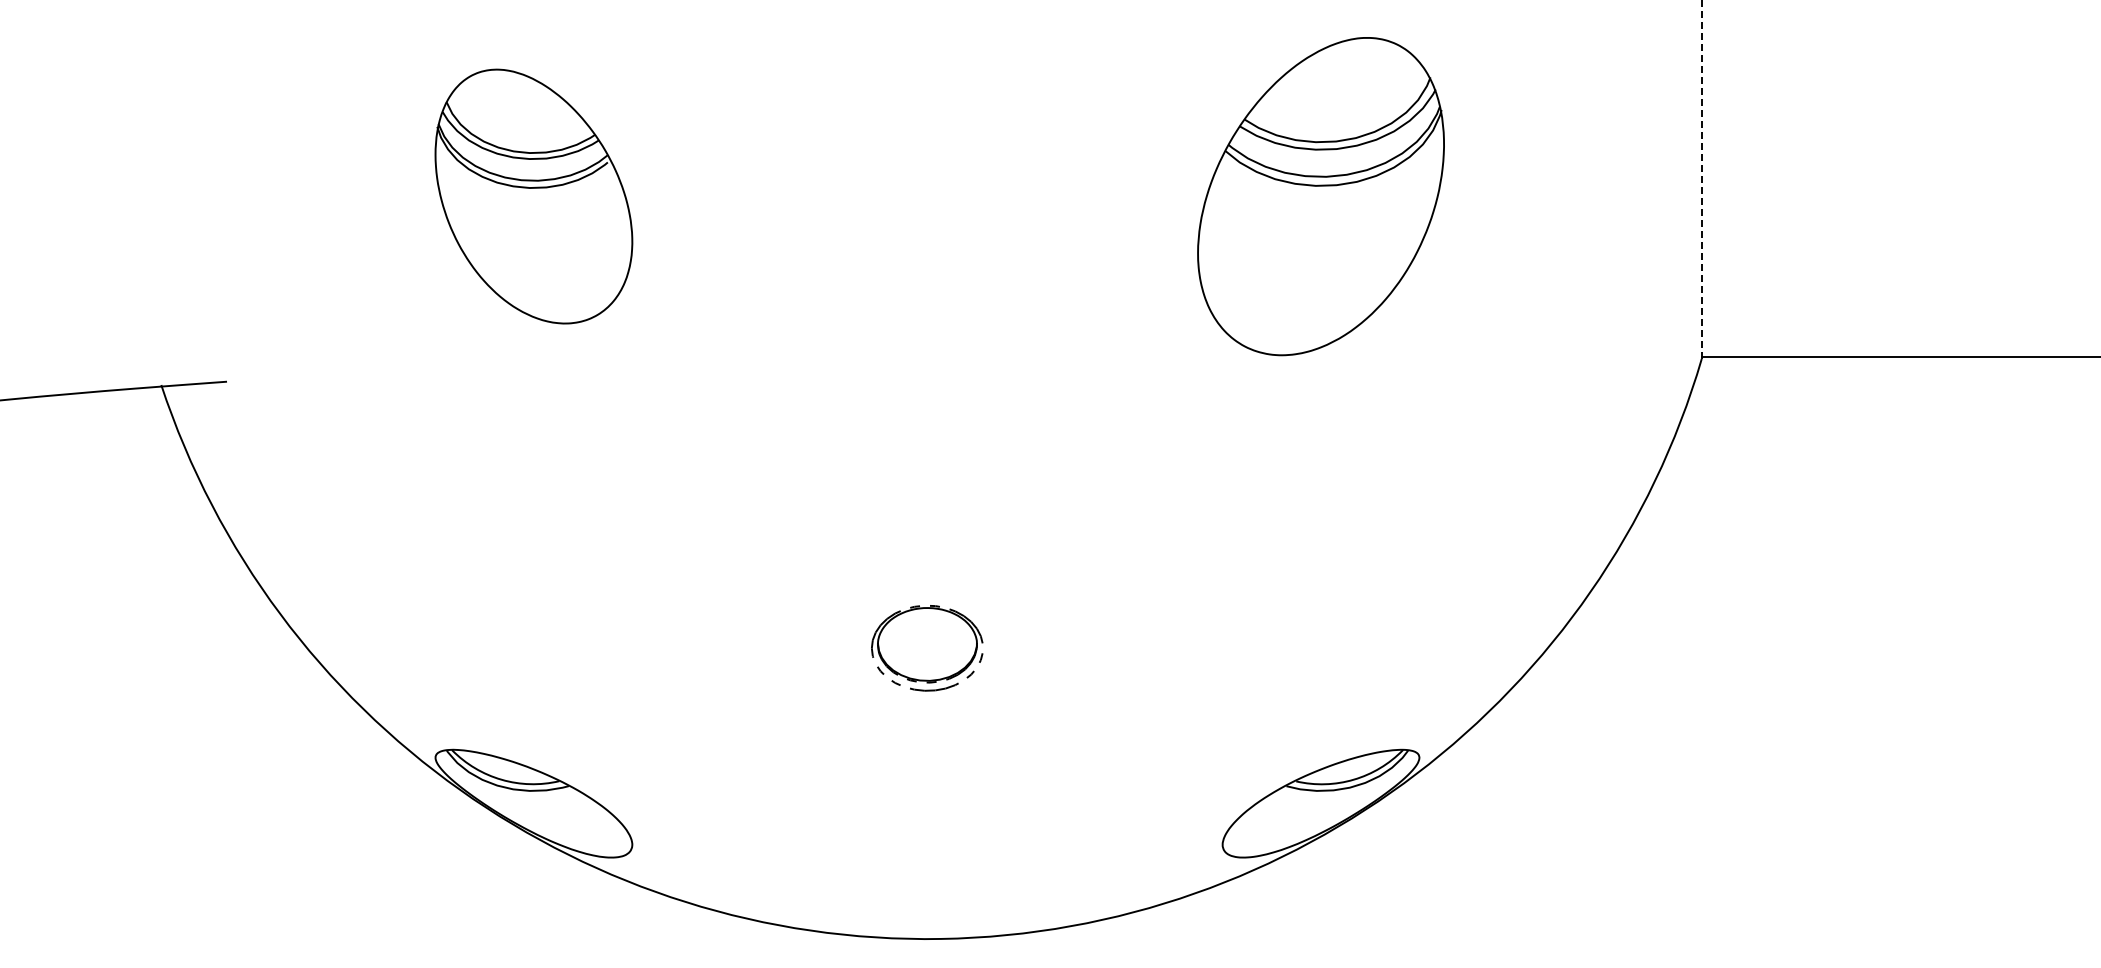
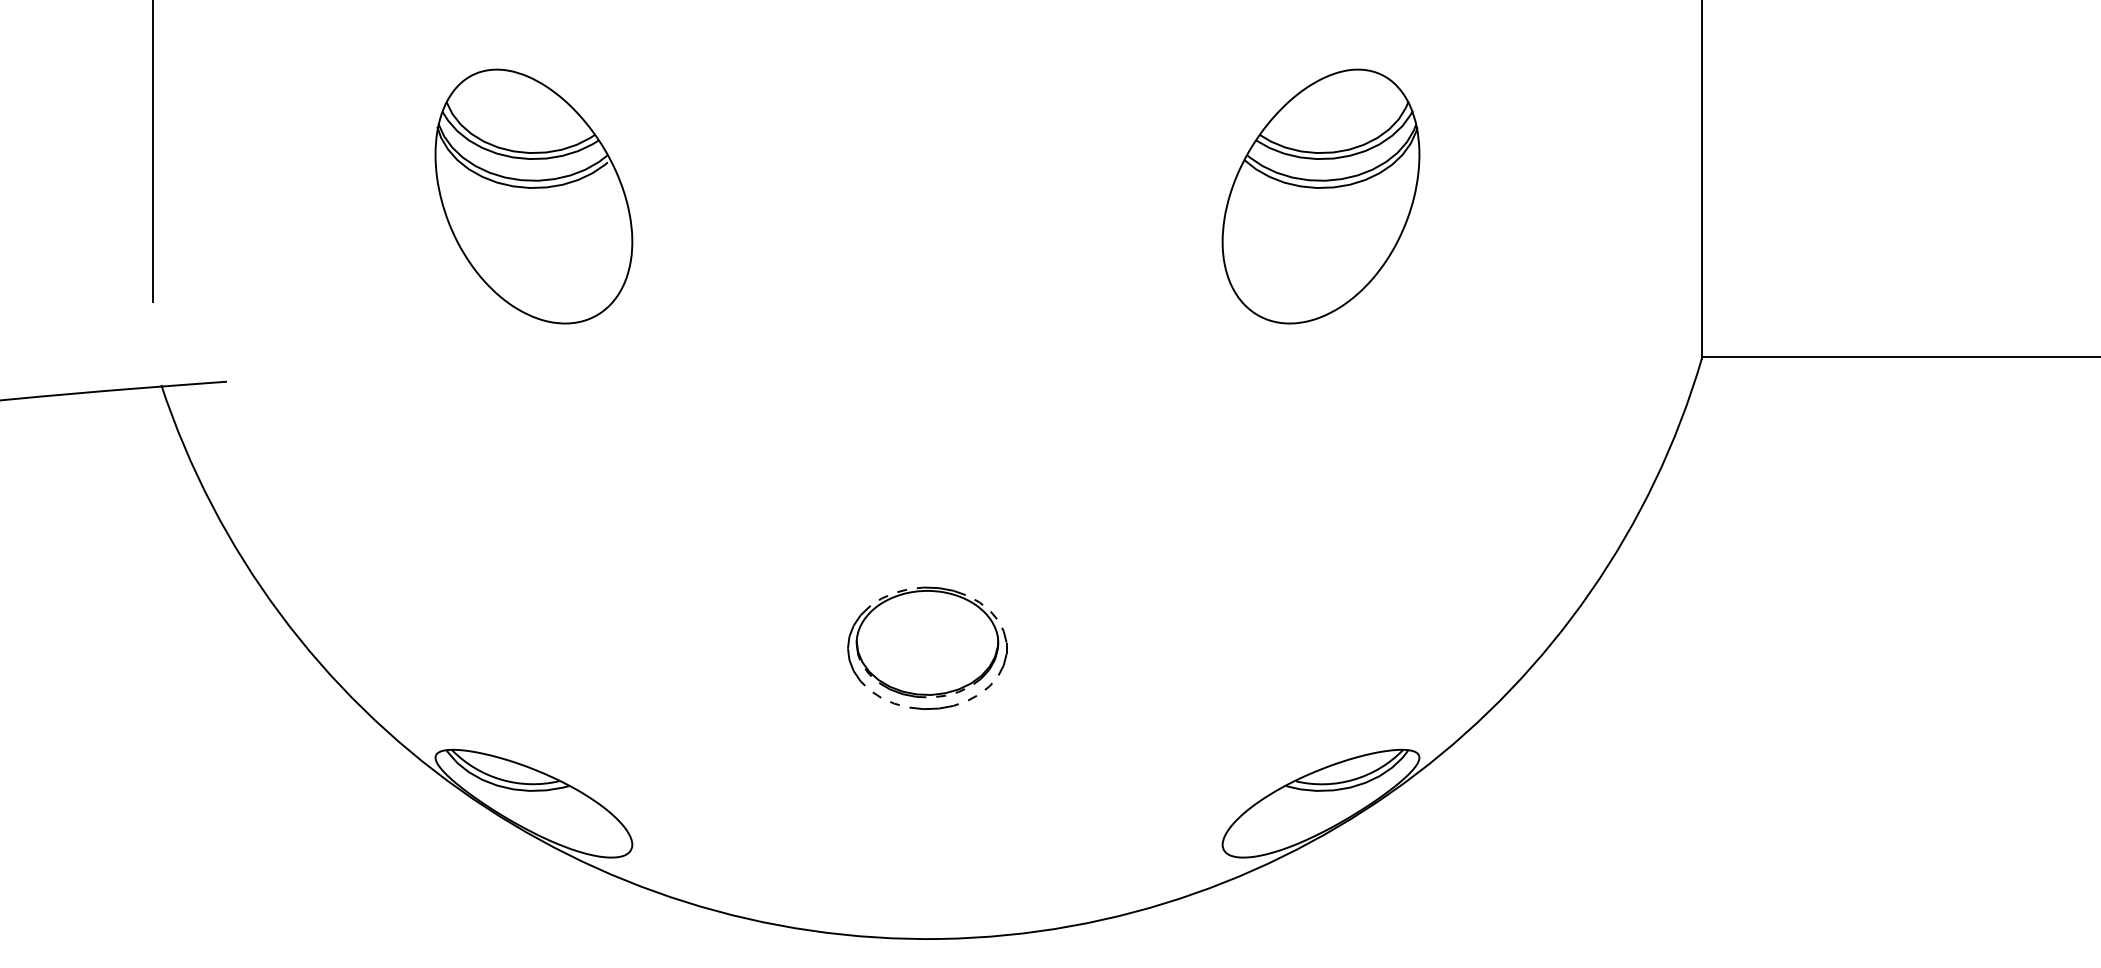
line at (153, 151): none -> present
line at (1701, 179): dashed -> solid
part at (1320, 196) size: 248x320 px -> 200x257 px
part at (927, 648) size: 113x87 px -> 161x124 px
